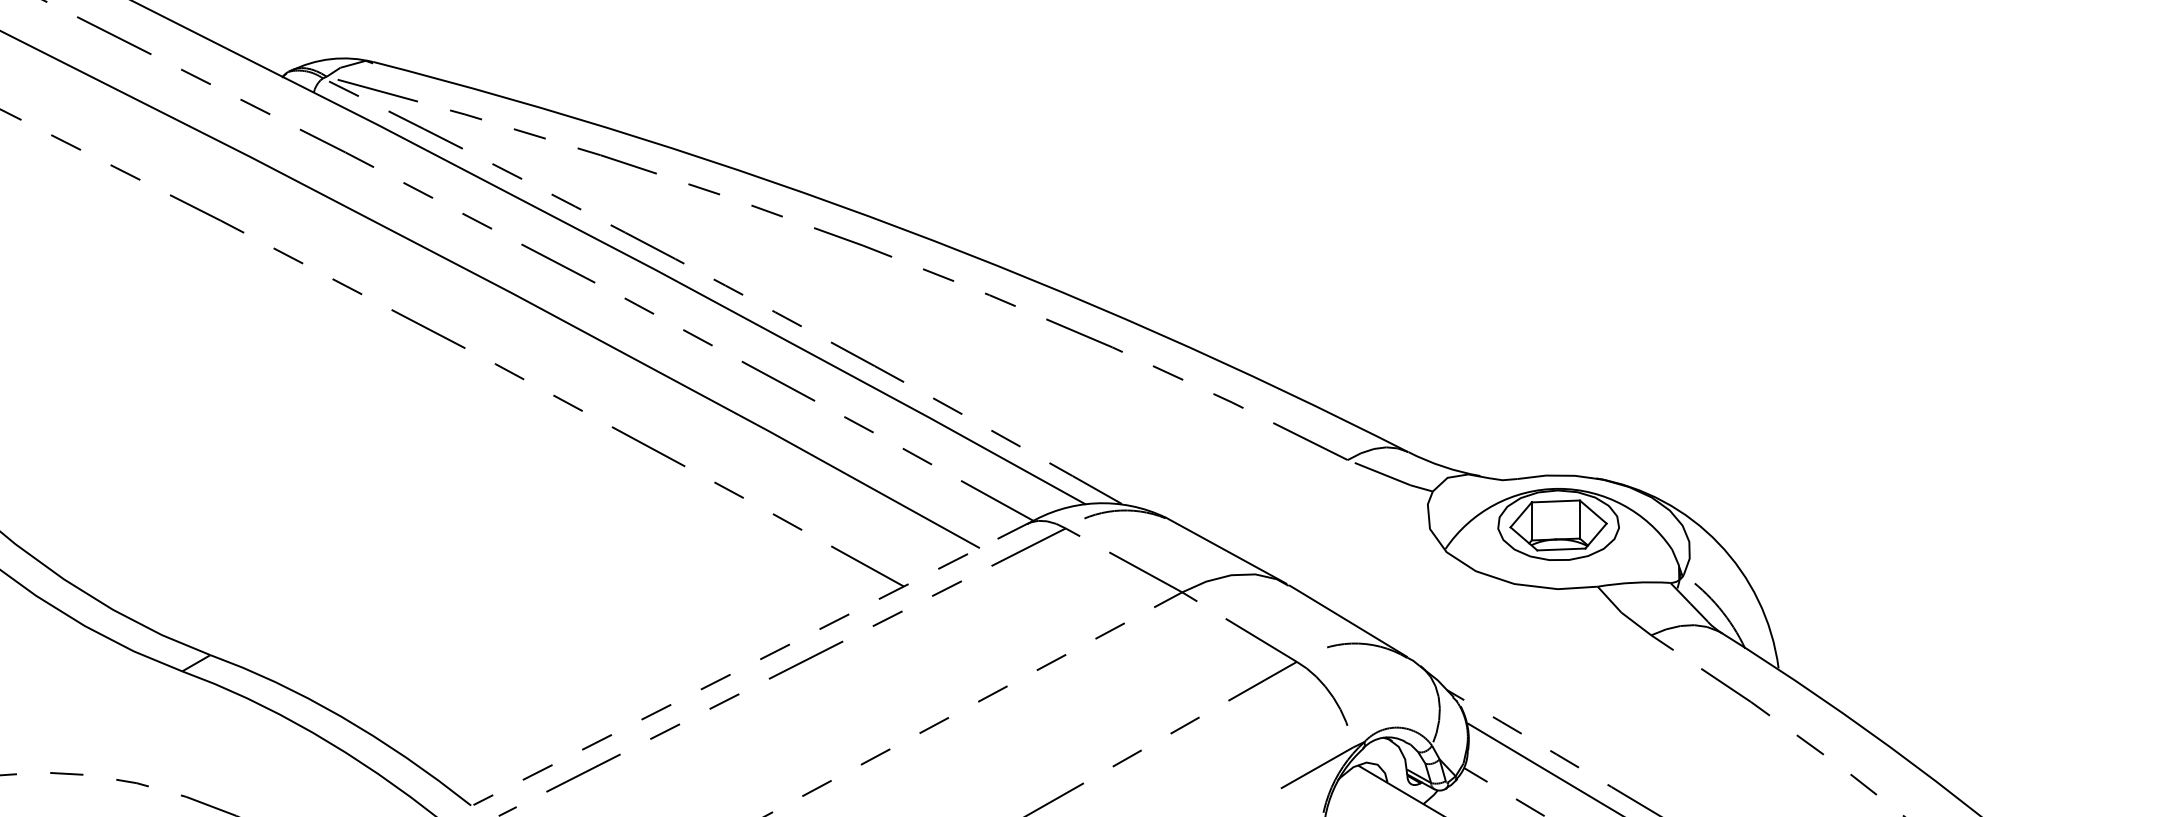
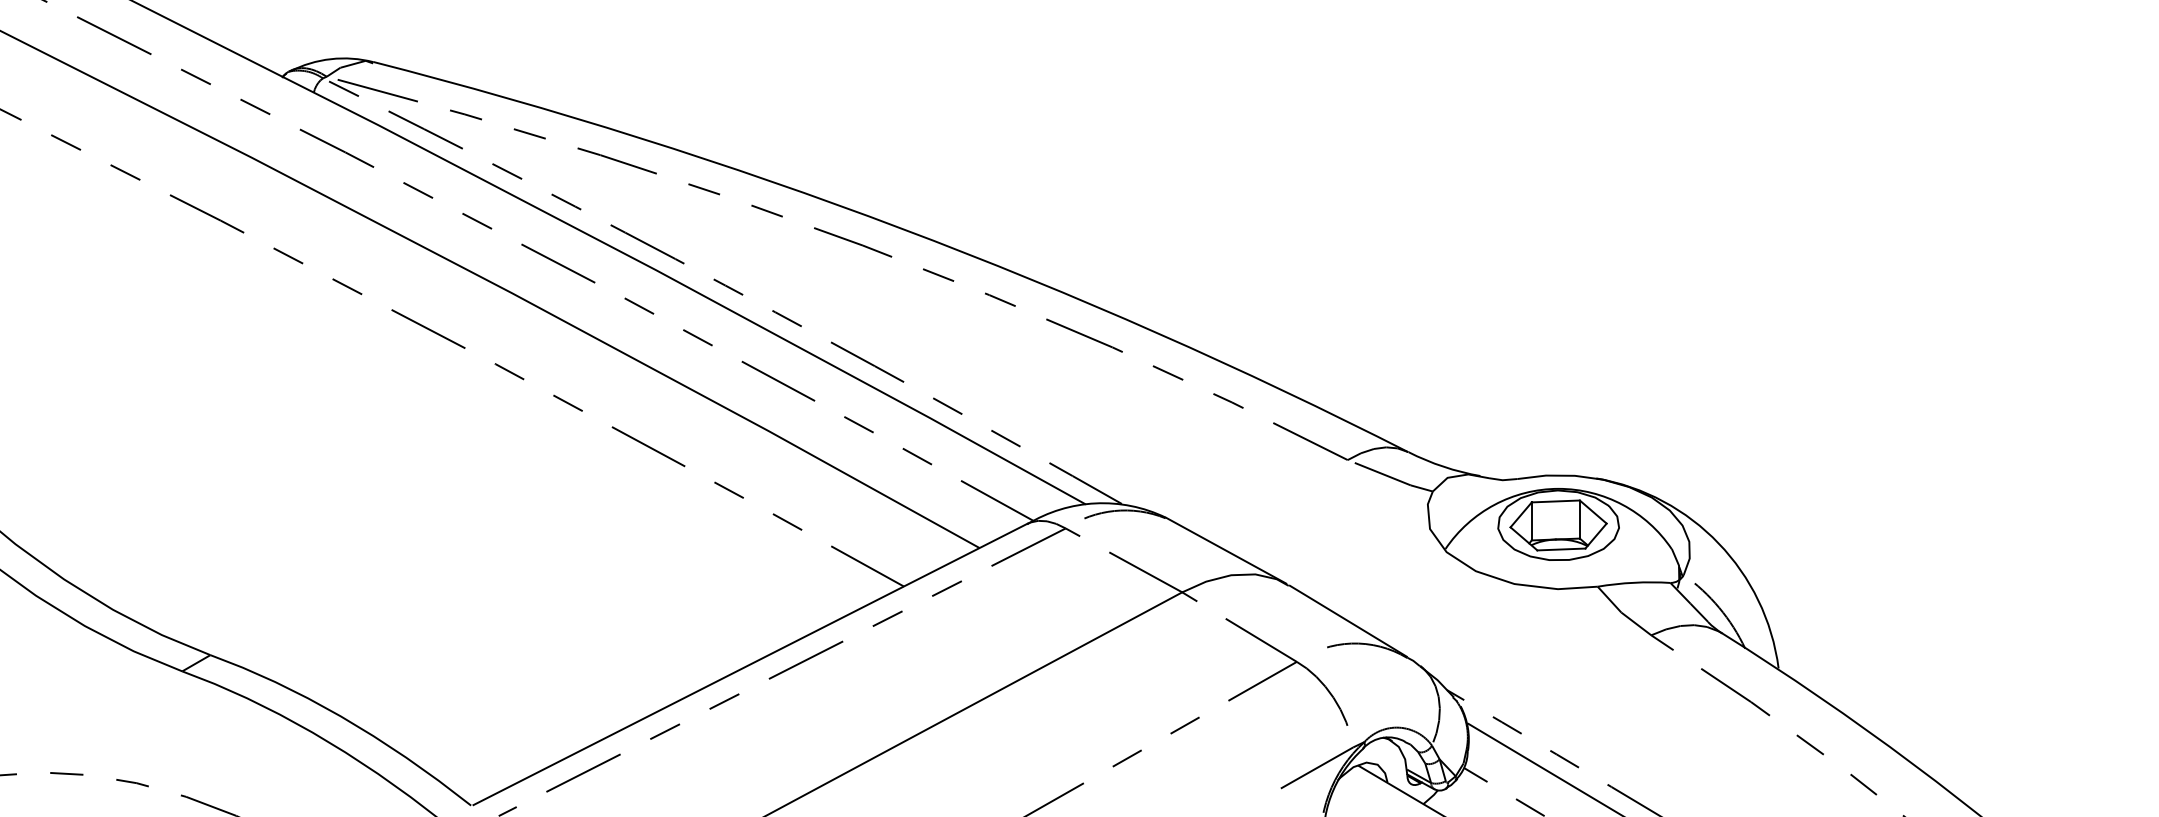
line at (750, 664): dashed -> solid
line at (973, 704): dashed -> solid
